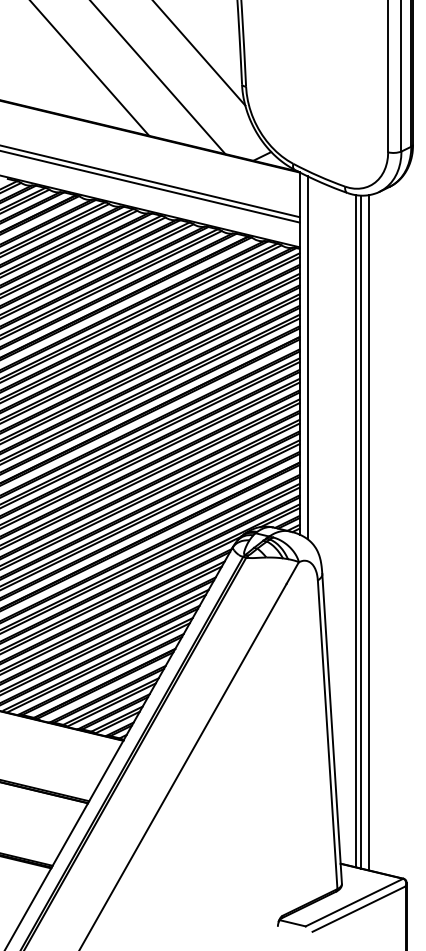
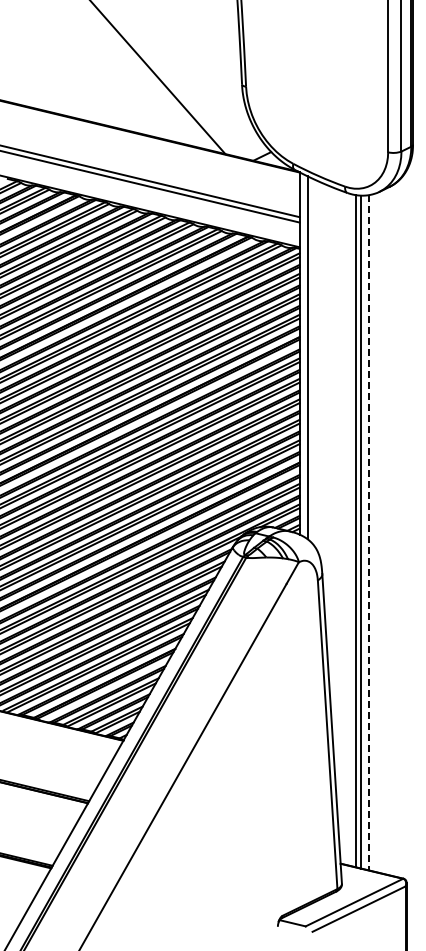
line at (199, 53): present -> none
line at (90, 68): present -> none
line at (368, 532): solid -> dashed
